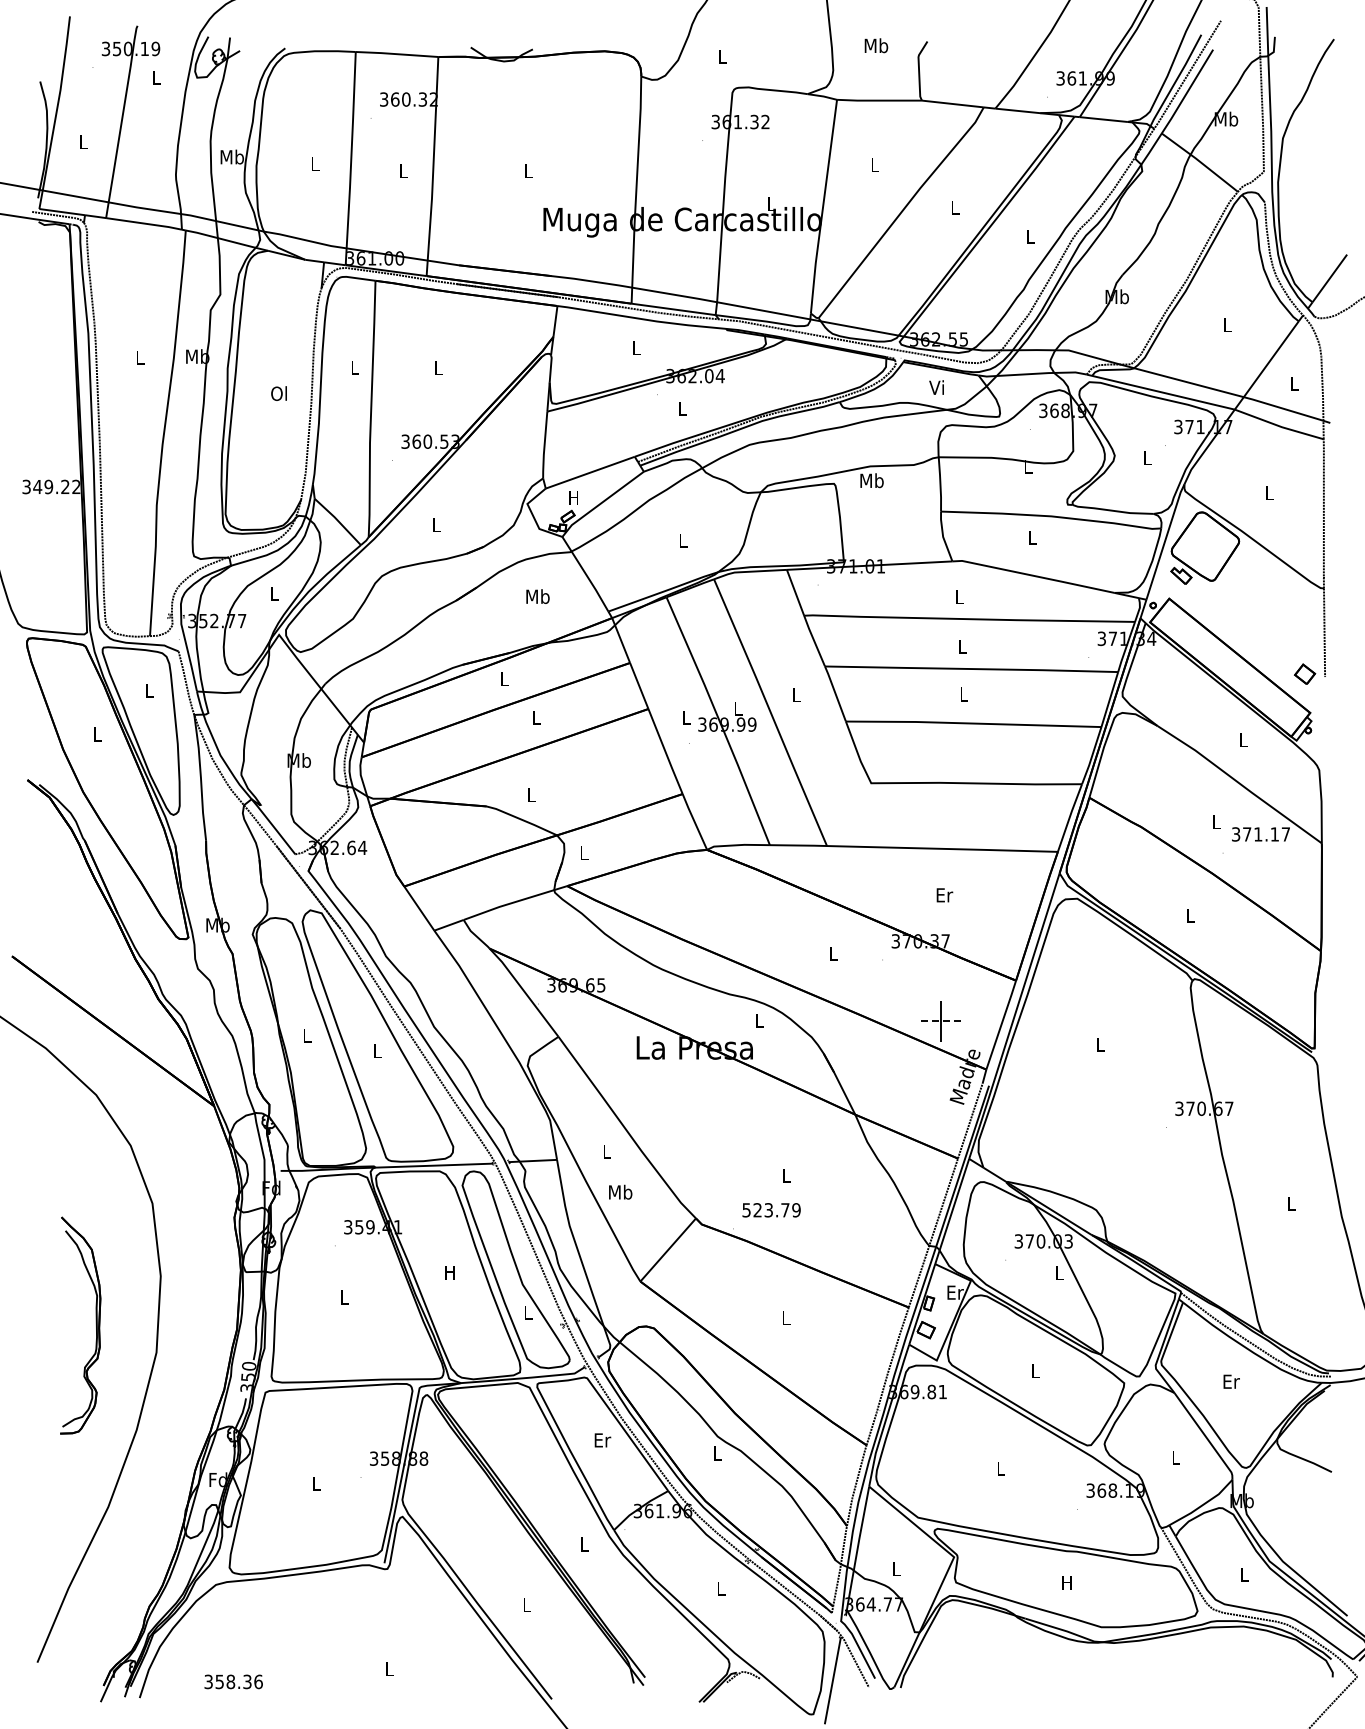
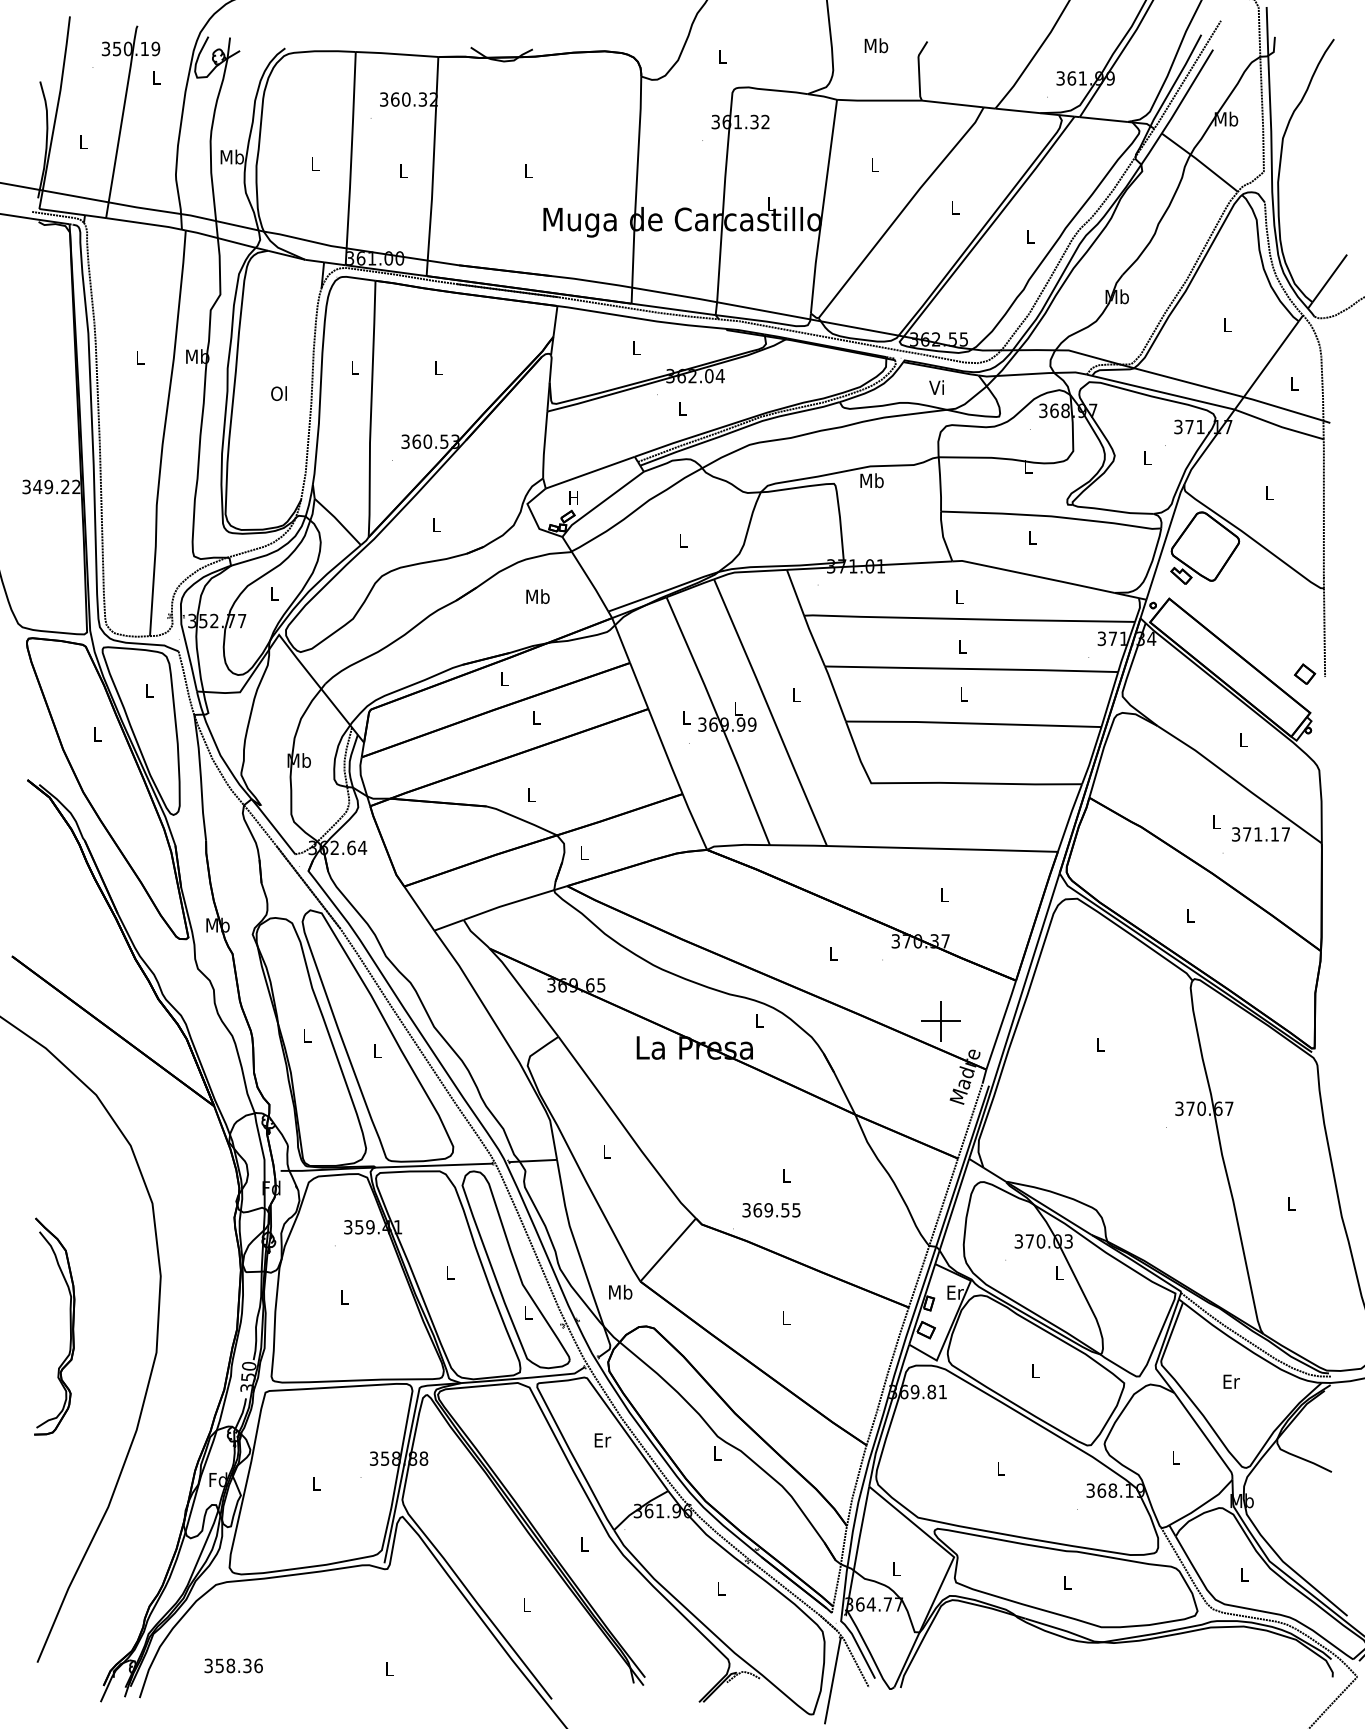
text at (944, 895): Er -> L
line at (941, 1021): dashed -> solid
text at (620, 1191) position: (620, 1191) -> (620, 1291)
text at (771, 1210): 523.79 -> 369.55
text at (449, 1272): H -> L
part at (95, 1324) position: (95, 1324) -> (69, 1325)
text at (1066, 1582): H -> L
text at (233, 1681) position: (233, 1681) -> (233, 1665)
